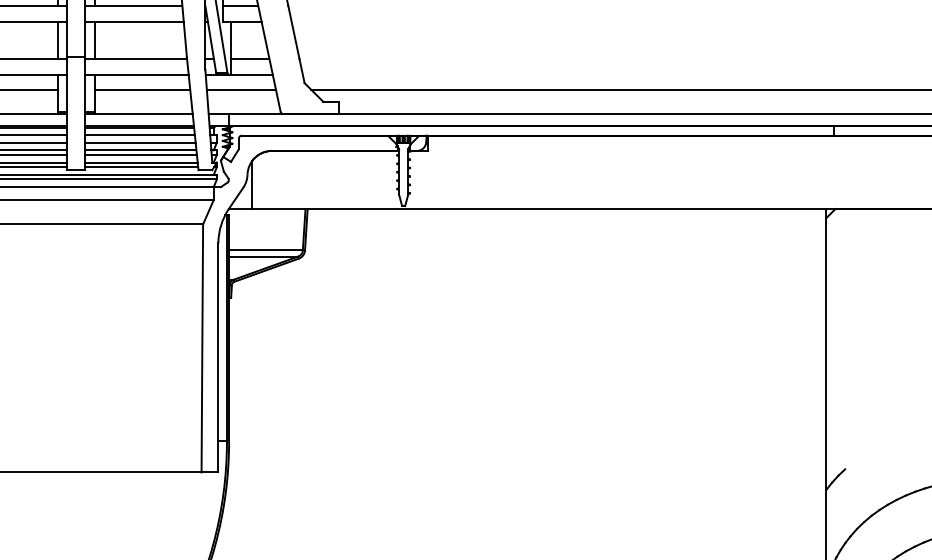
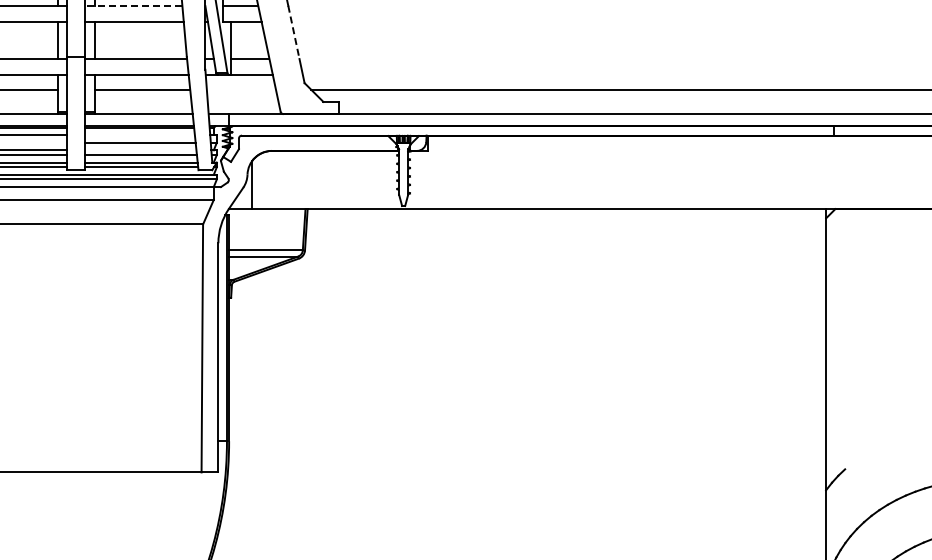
line at (133, 5): solid -> dashed
line at (294, 32): solid -> dashed
line at (240, 89): present -> none
line at (139, 135): present -> none
line at (34, 142): present -> none
line at (140, 150): present -> none
